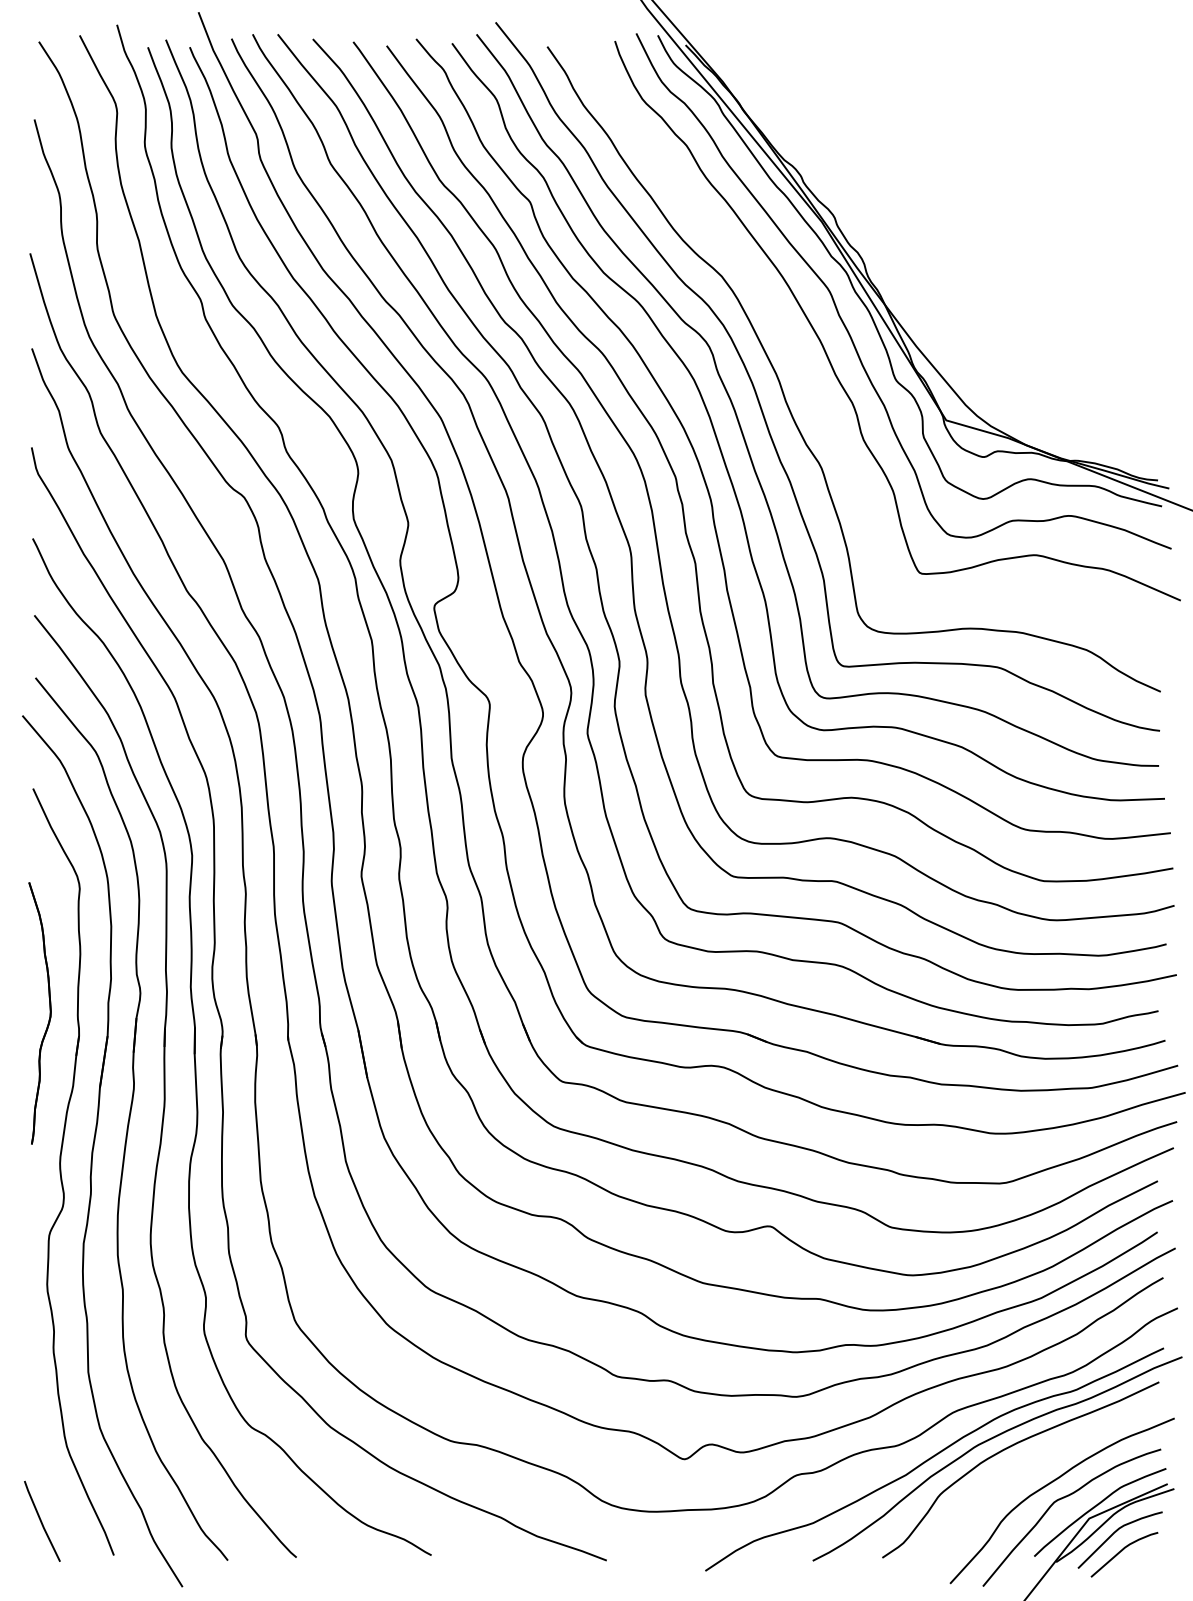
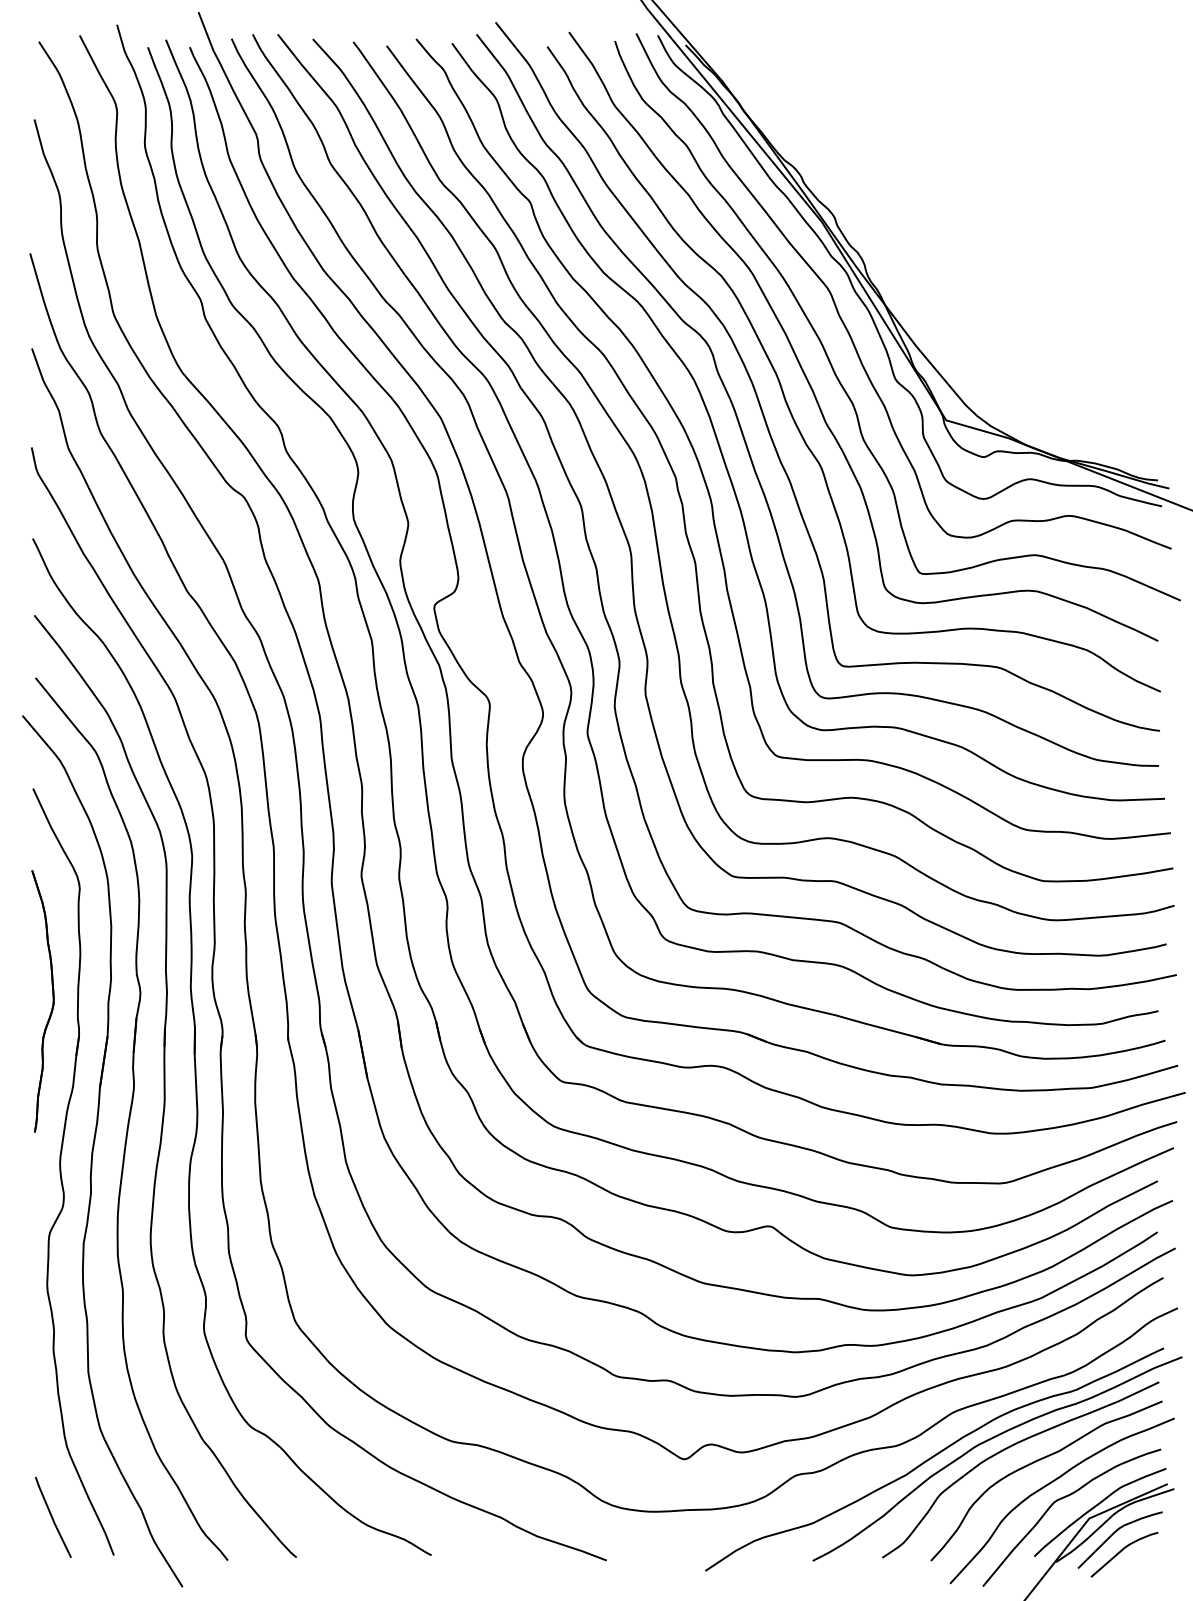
curve at (802, 367): none -> present
part at (49, 1013) position: (49, 1013) -> (52, 1001)
curve at (1036, 1462): none -> present
line at (41, 1520) position: (41, 1520) -> (52, 1516)
